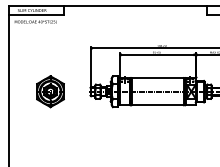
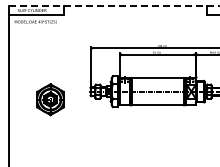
line at (114, 5): solid -> dashed
part at (50, 91) position: (50, 91) -> (50, 99)
